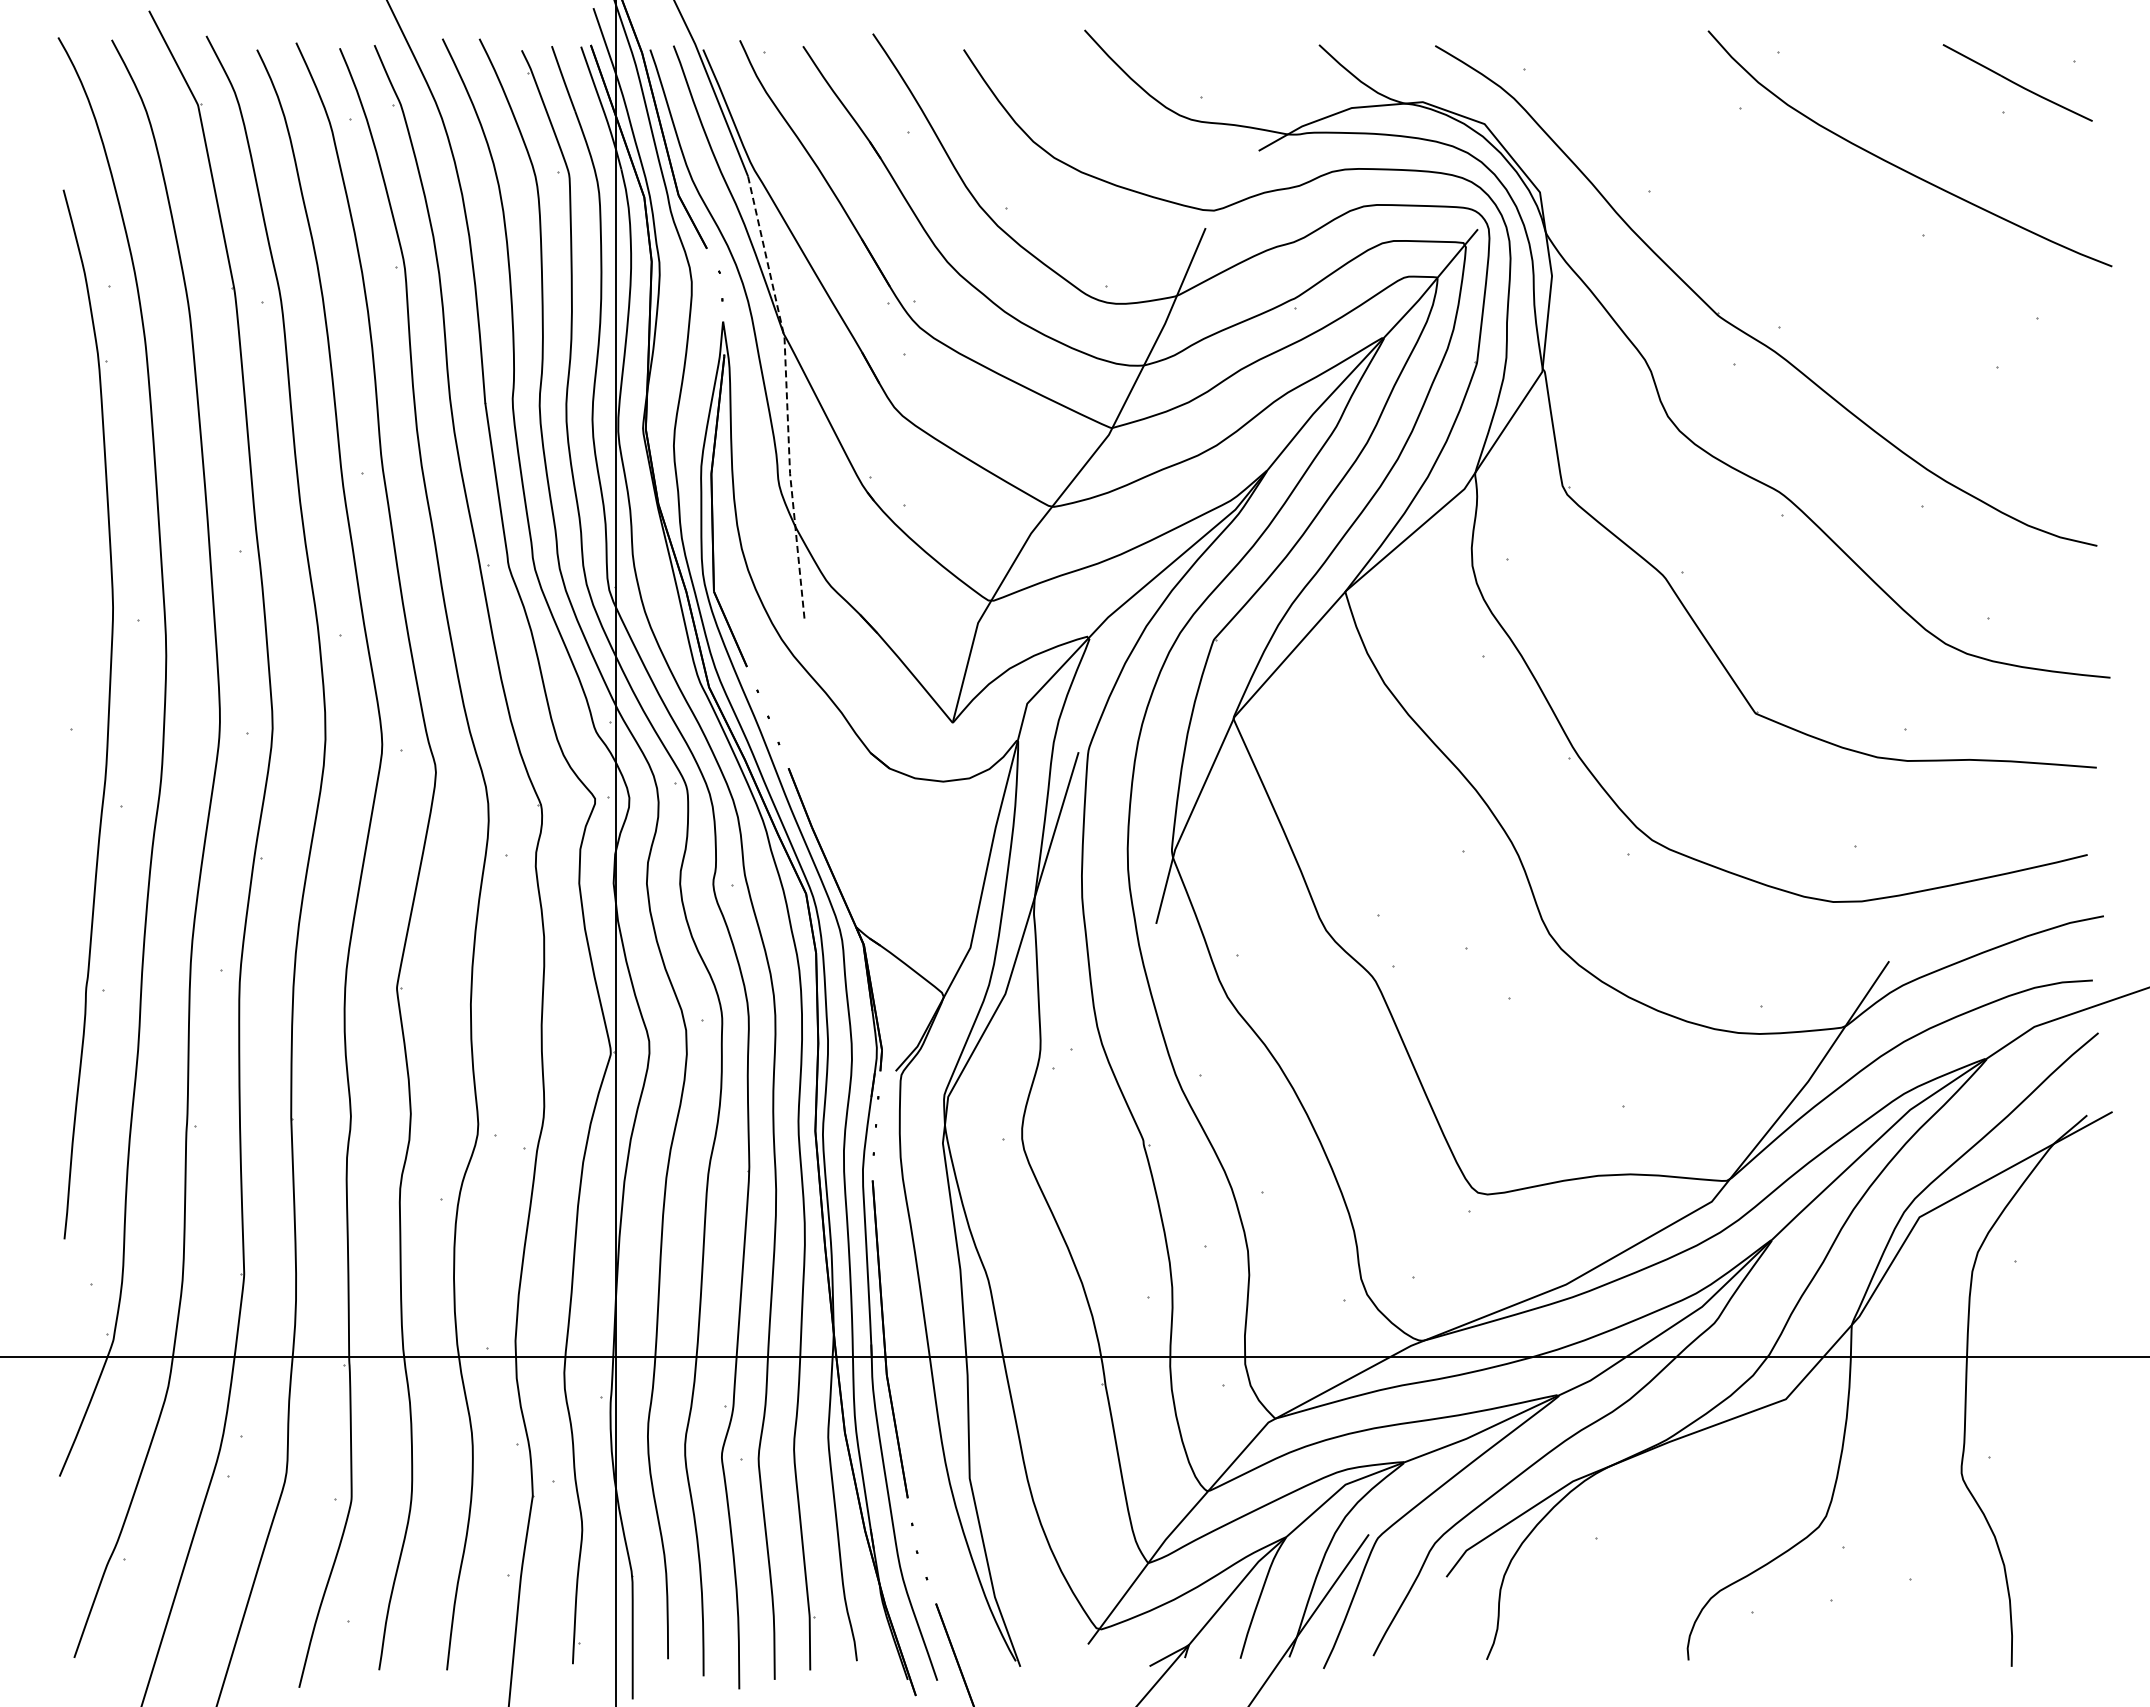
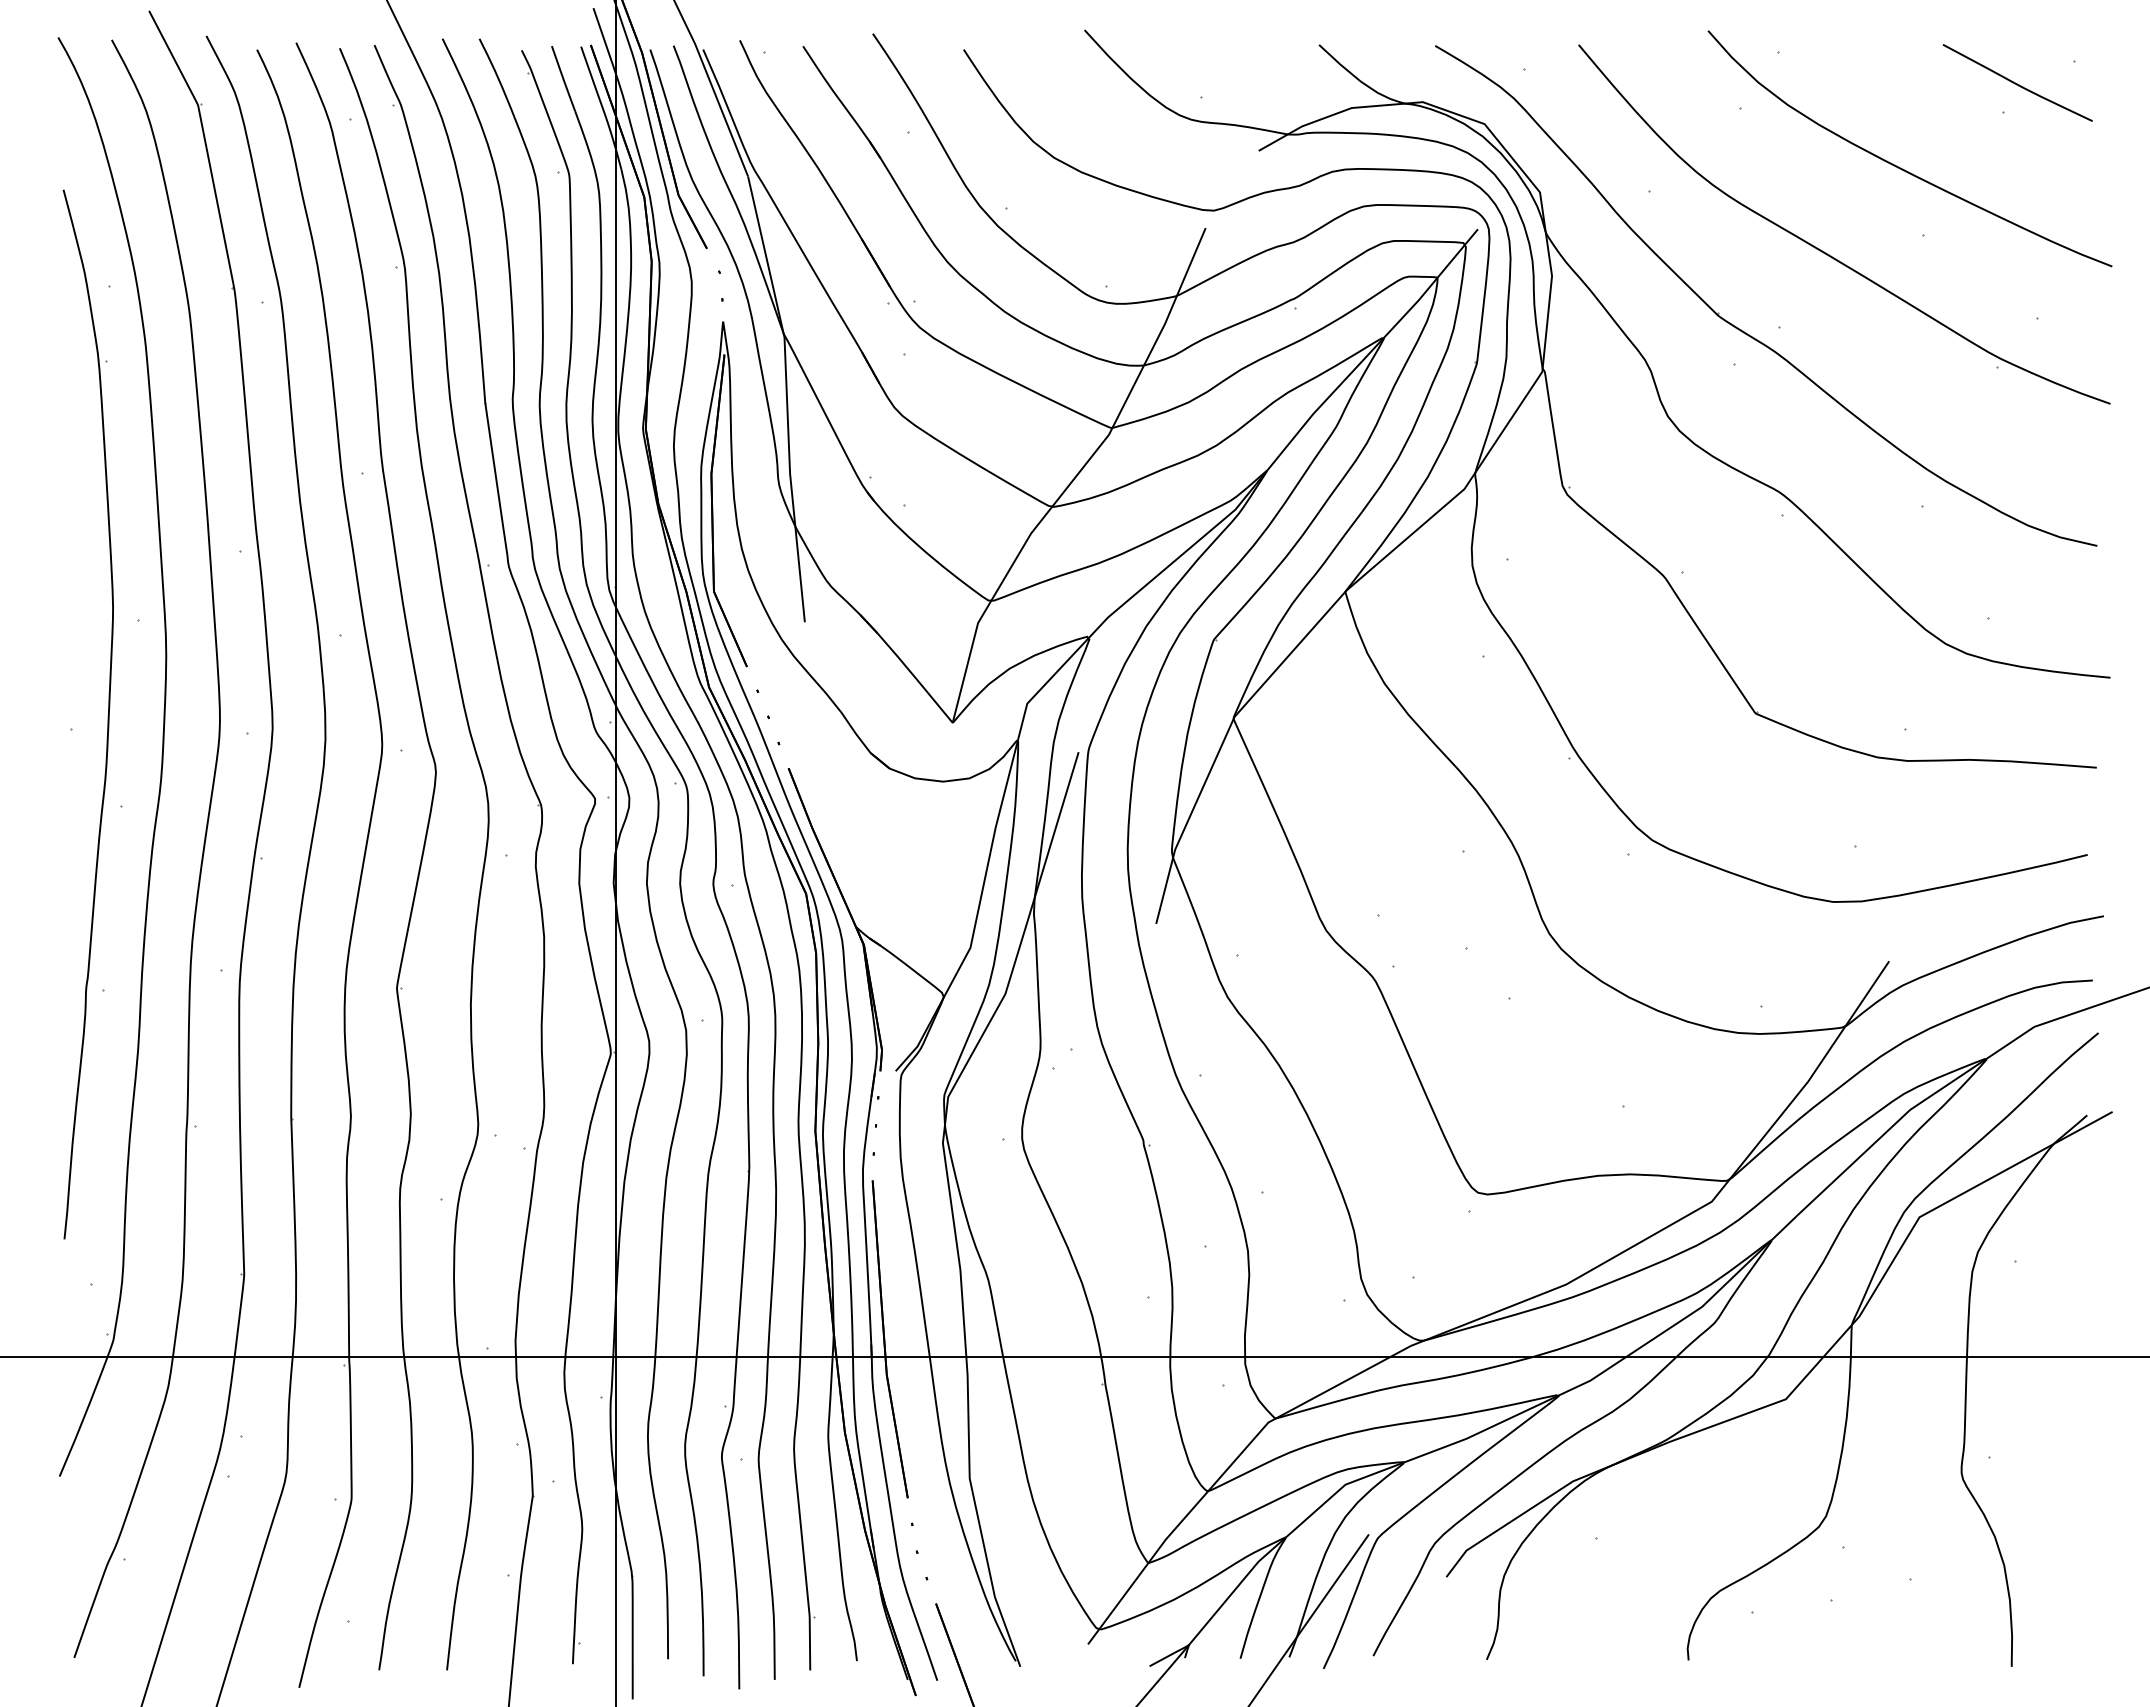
curve at (1829, 254): none -> present
line at (786, 398): dashed -> solid
